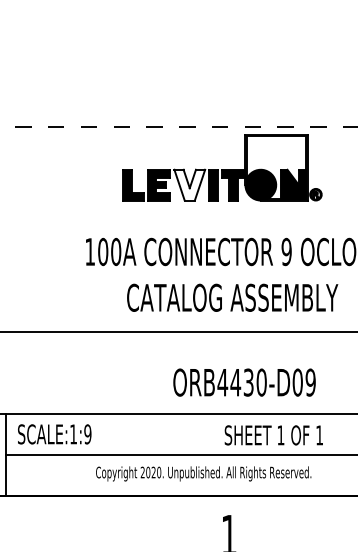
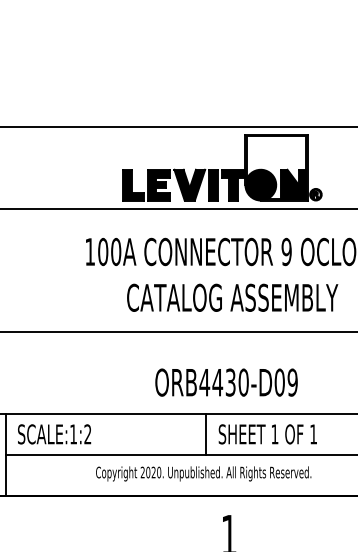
line at (178, 126): dashed -> solid
fill at (189, 184): none -> present
line at (178, 208): none -> present
text at (244, 382) position: (244, 382) -> (226, 382)
line at (205, 433): none -> present
text at (87, 434): SCALE:1:9 -> SCALE:1:2
text at (273, 435) position: (273, 435) -> (267, 434)
